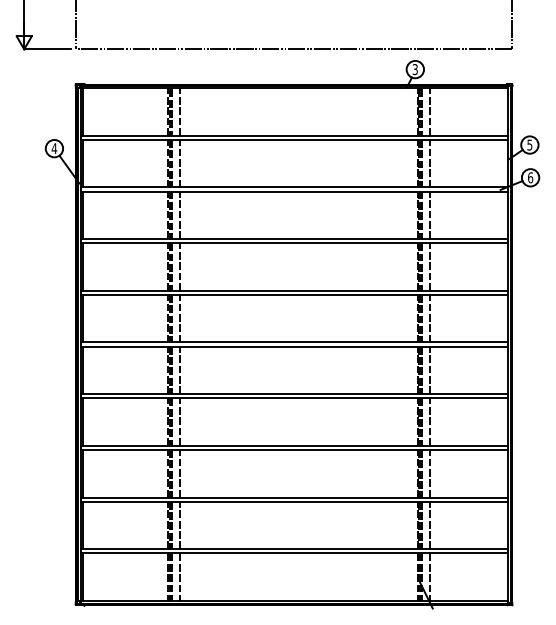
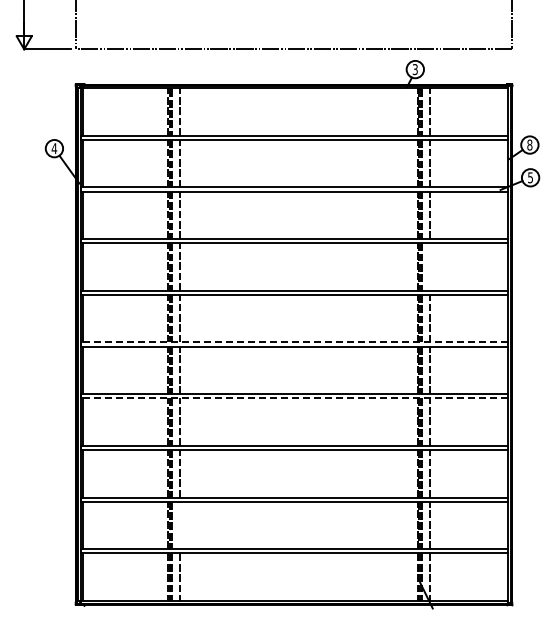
text at (529, 144): 5 -> 8
text at (530, 177): 6 -> 5
line at (429, 266): present -> none
line at (294, 342): solid -> dashed
line at (294, 398): solid -> dashed
line at (180, 525): present -> none
